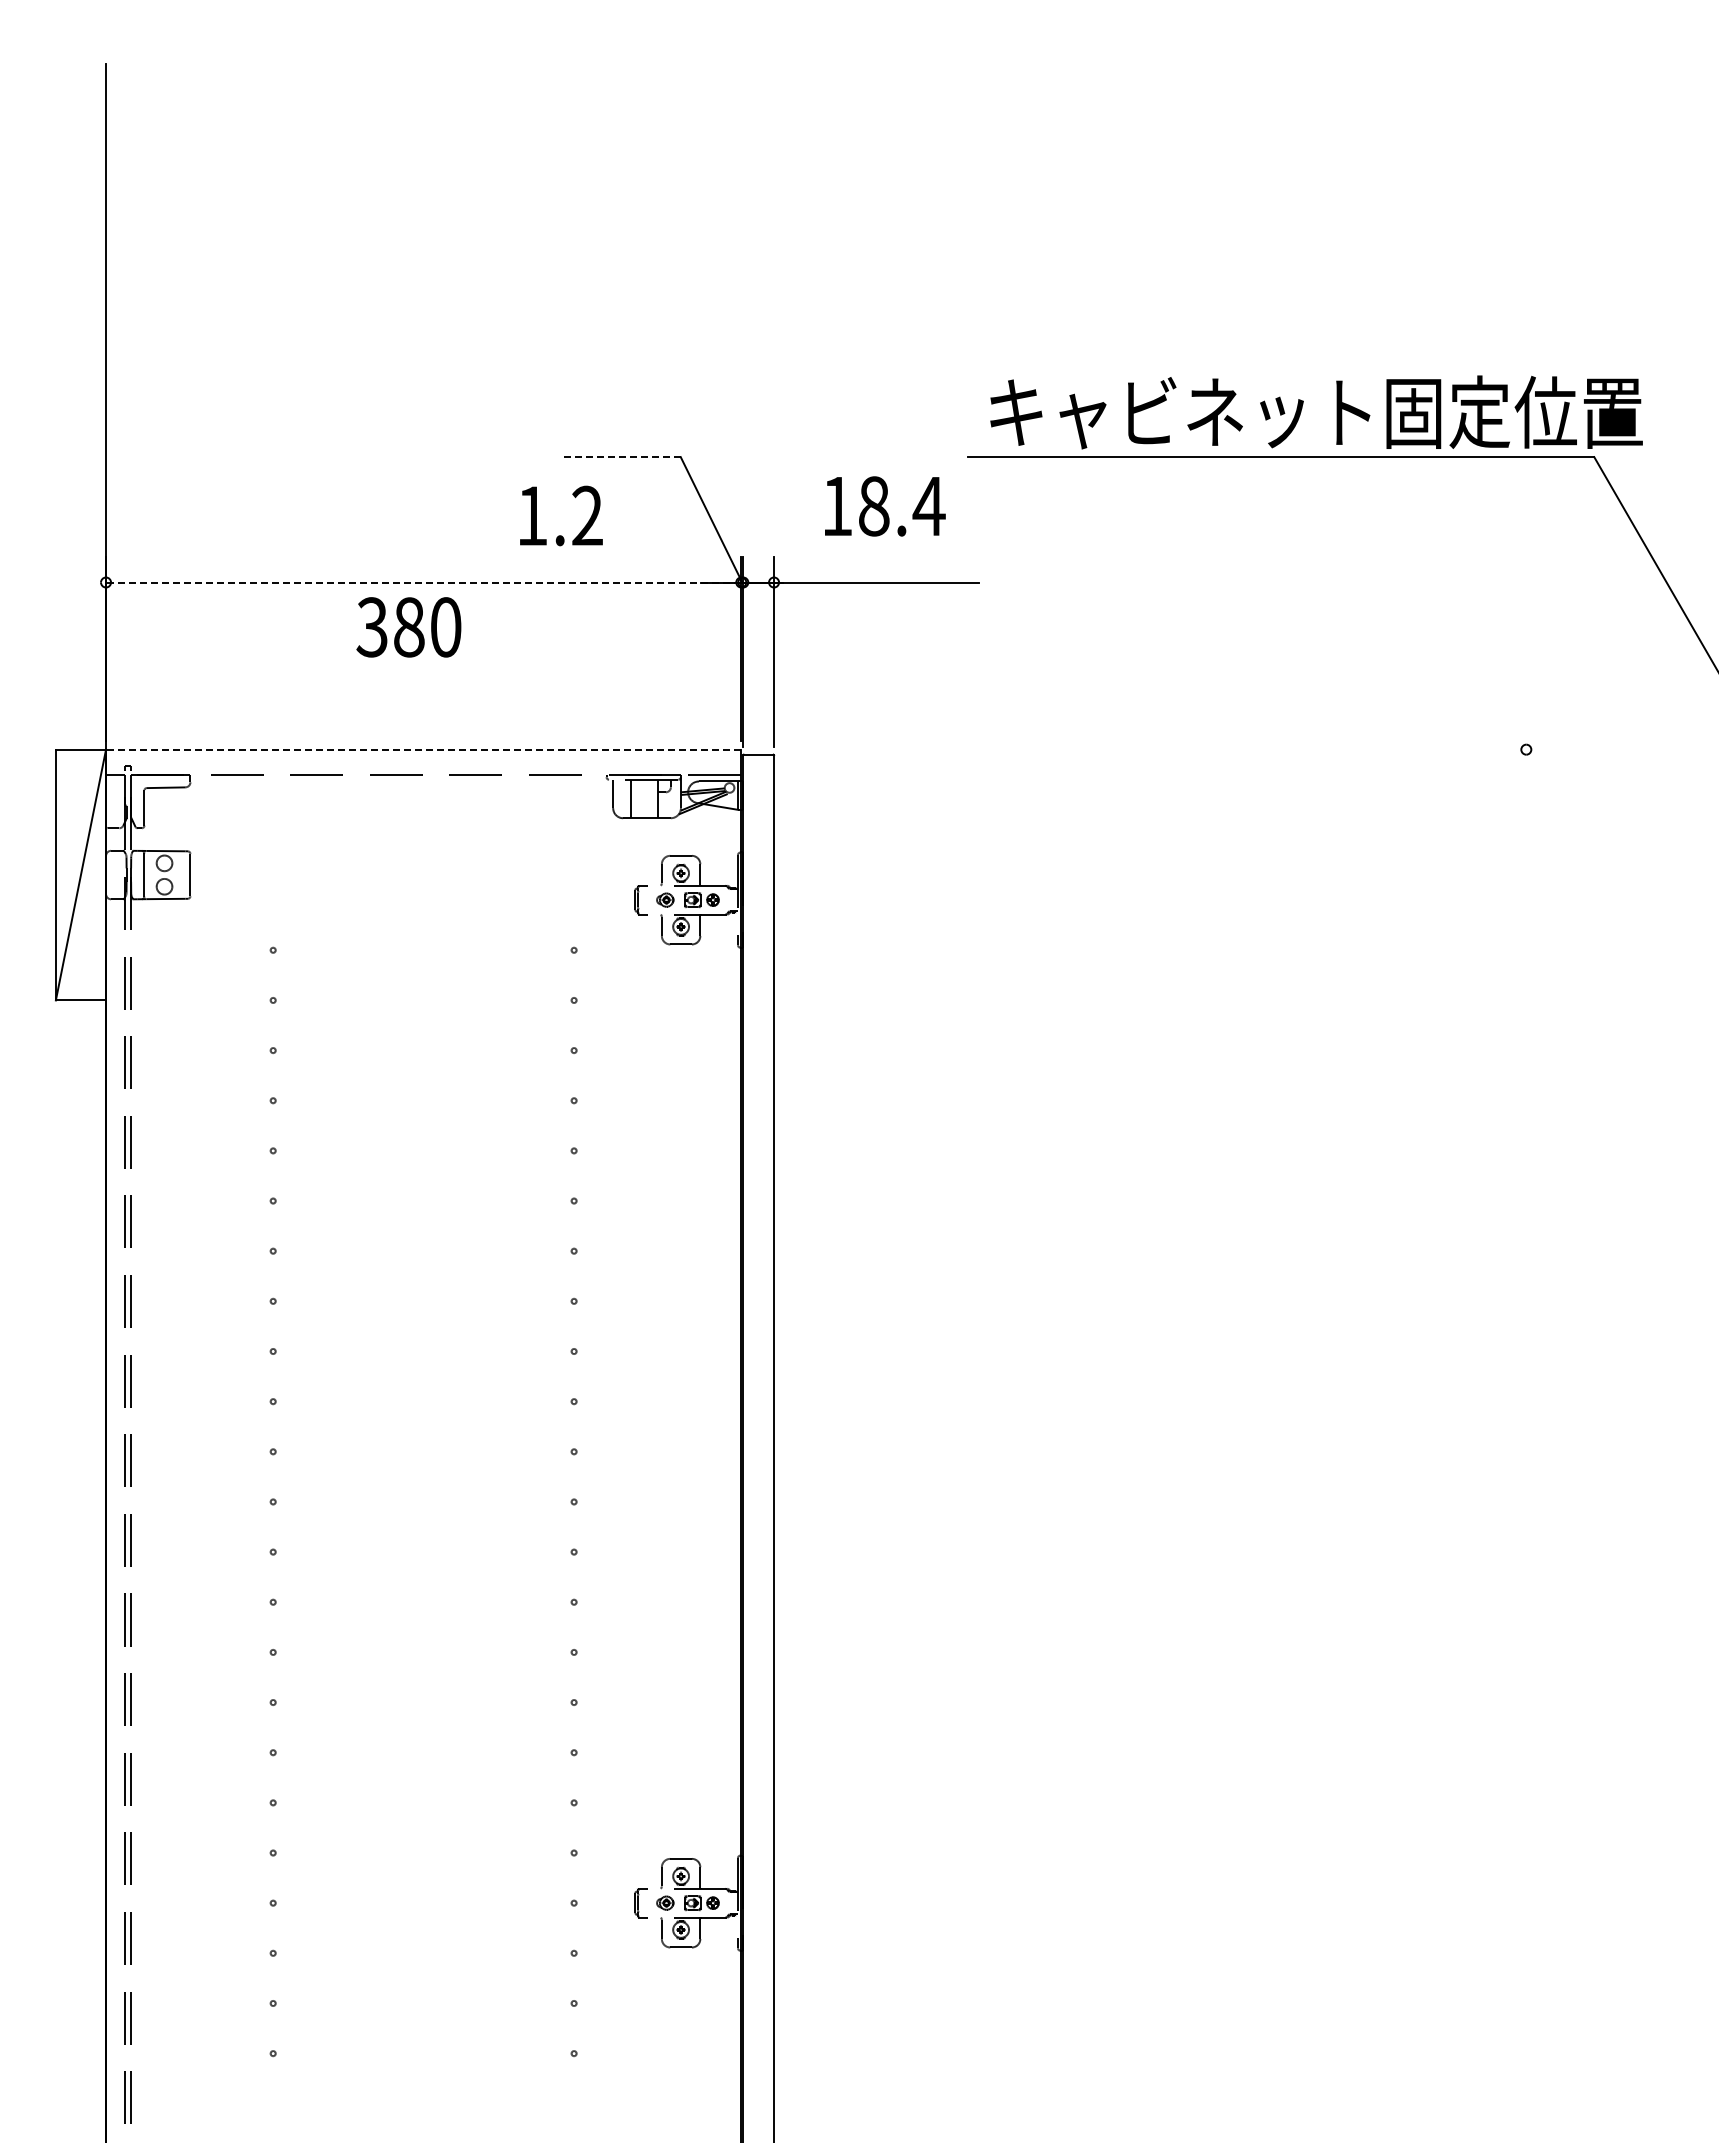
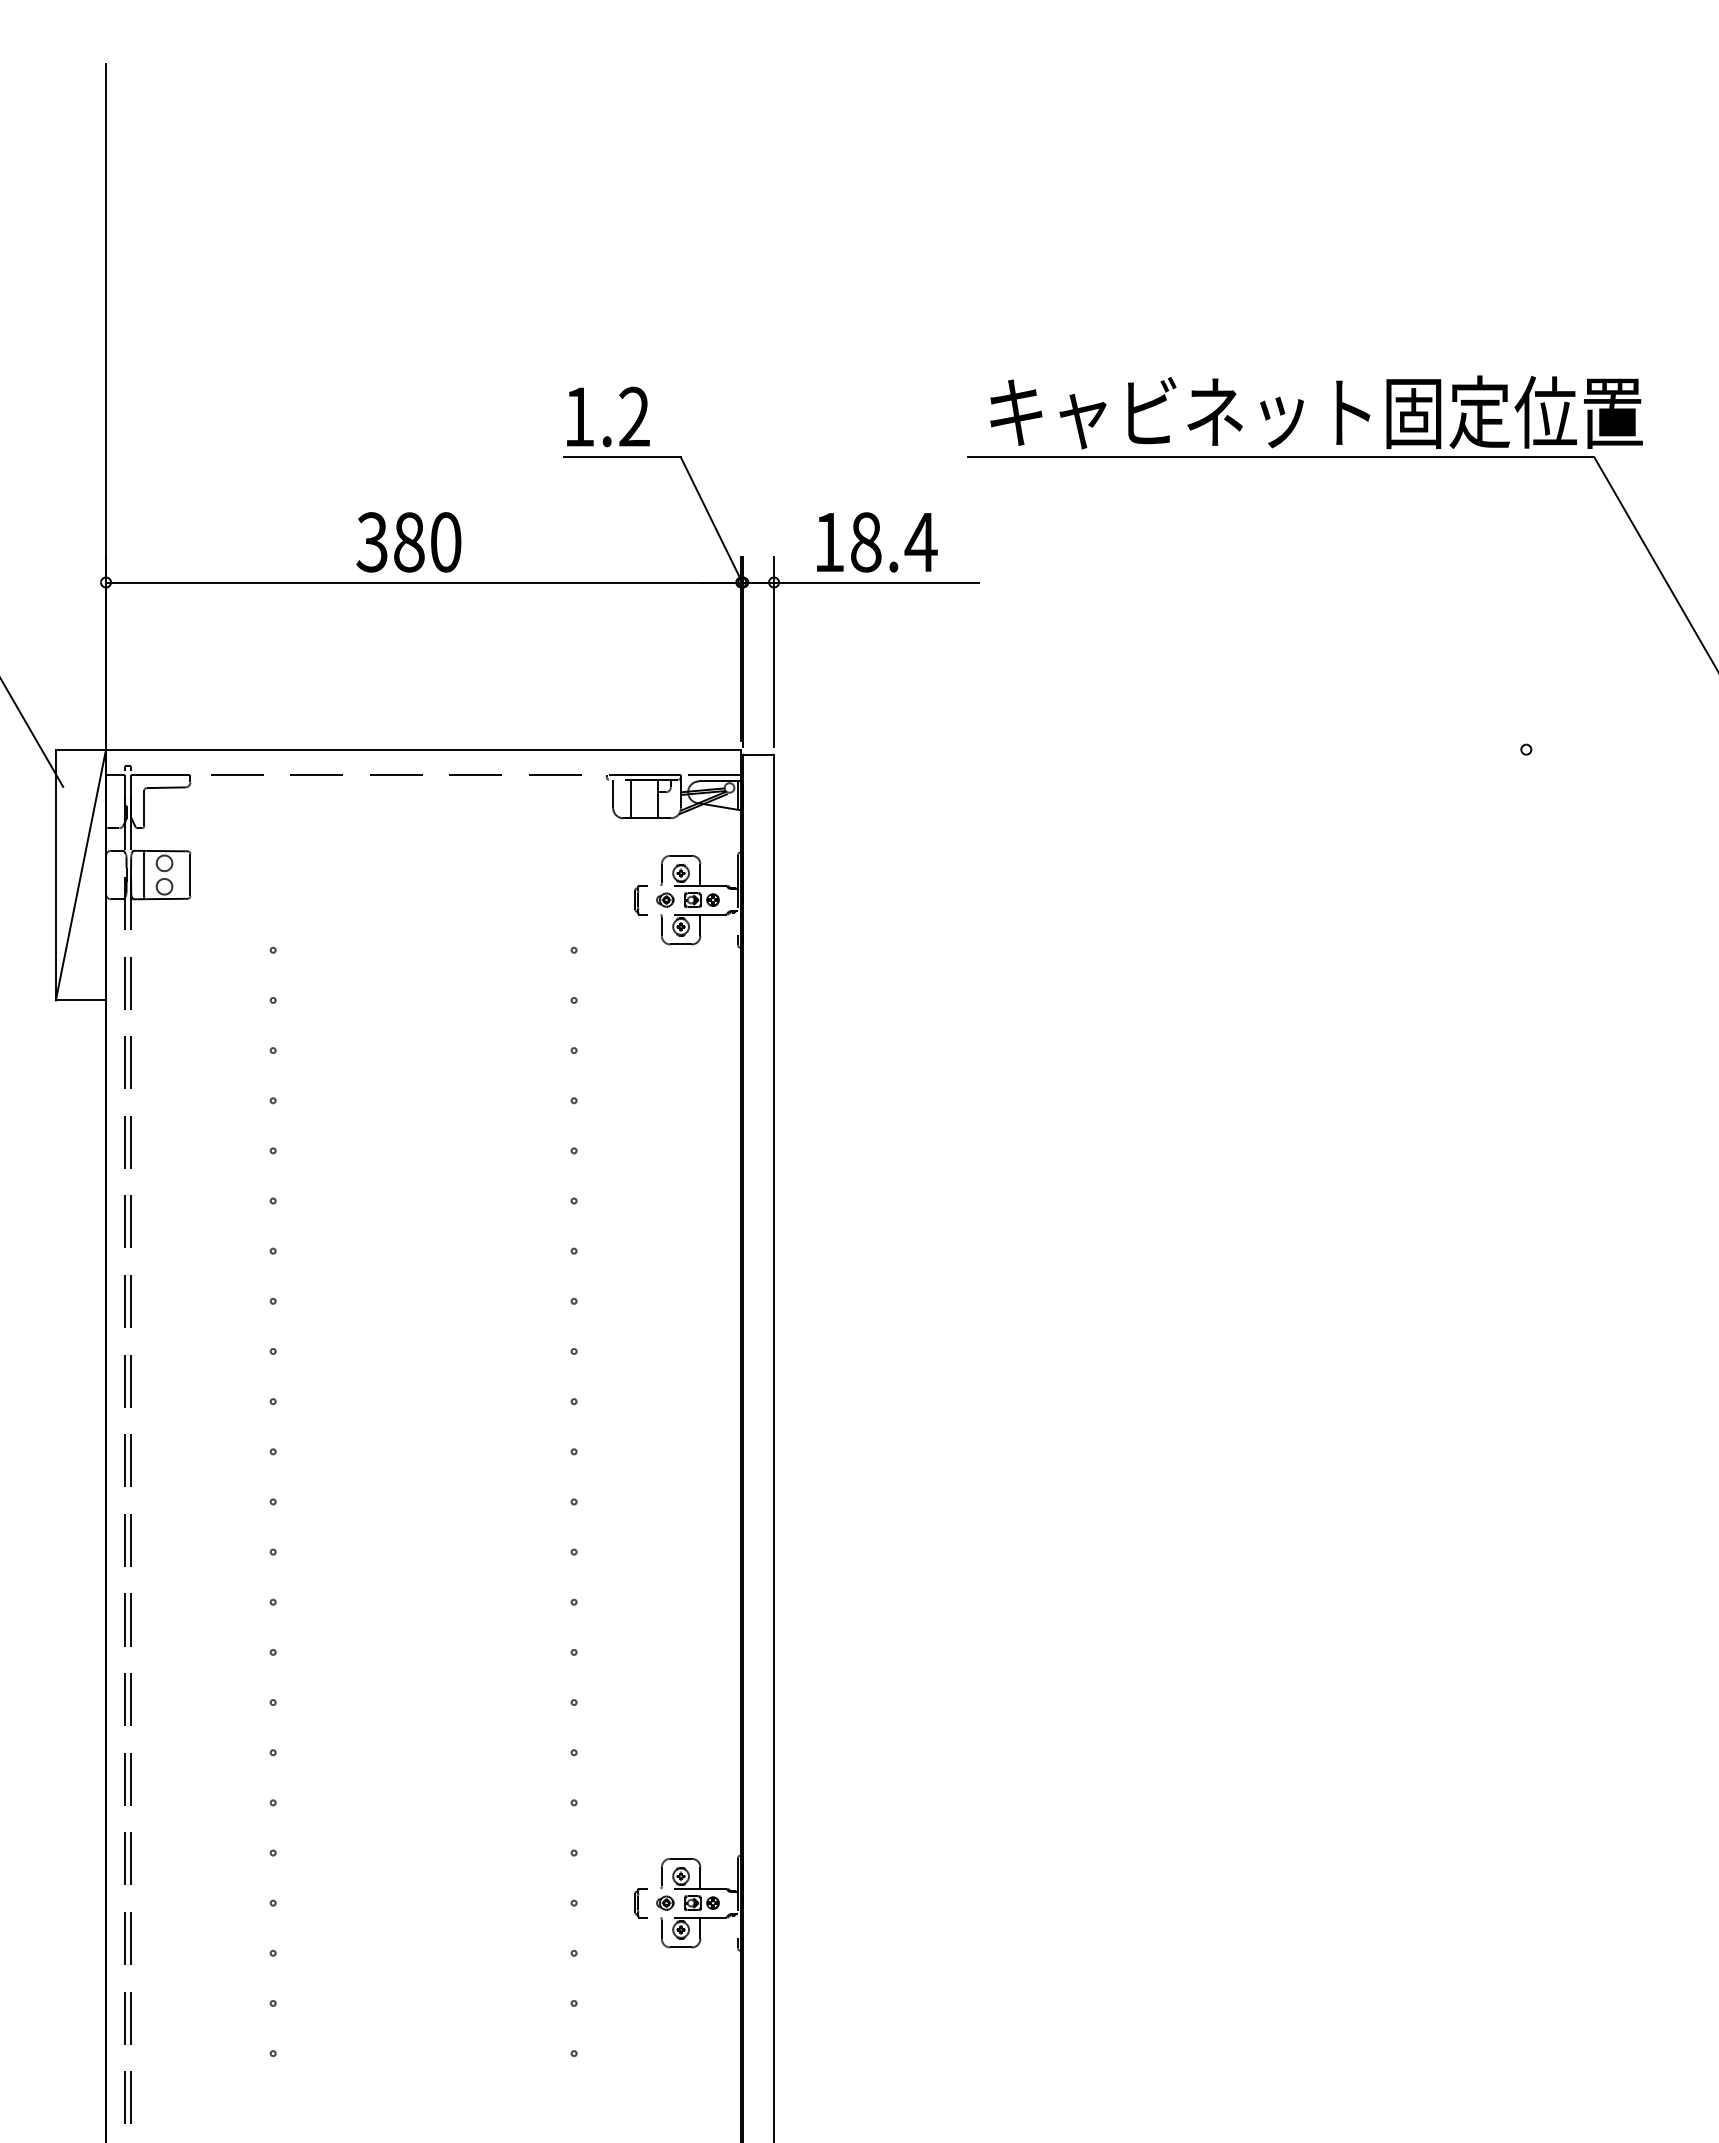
line at (622, 457): dashed -> solid
text at (885, 506) position: (885, 506) -> (877, 542)
text at (561, 515) position: (561, 515) -> (608, 416)
line at (423, 582): dashed -> solid
text at (408, 627) position: (408, 627) -> (408, 542)
line at (32, 733): none -> present
line at (423, 749): dashed -> solid
